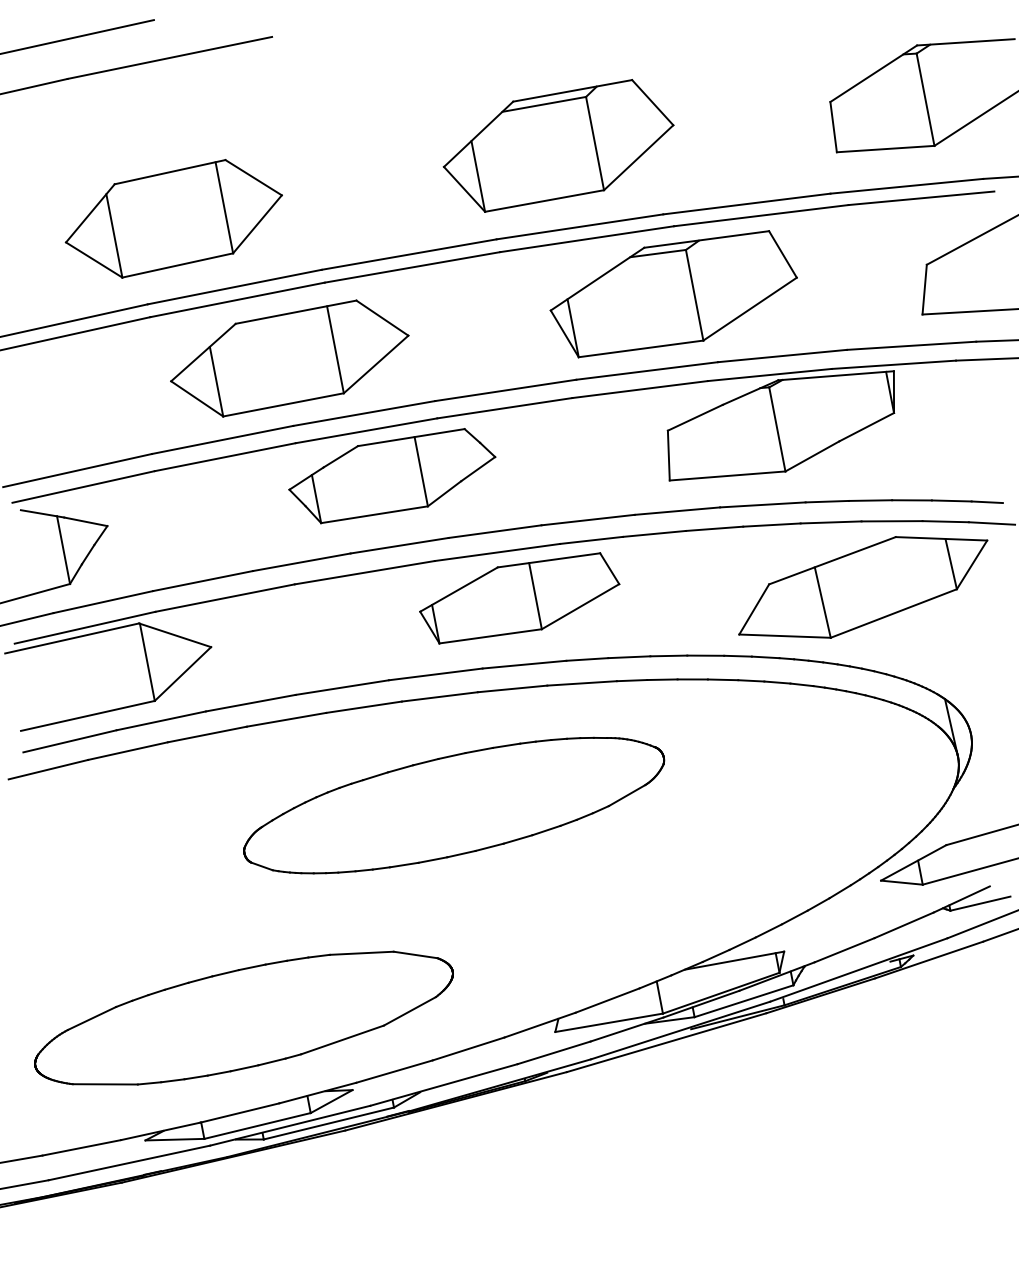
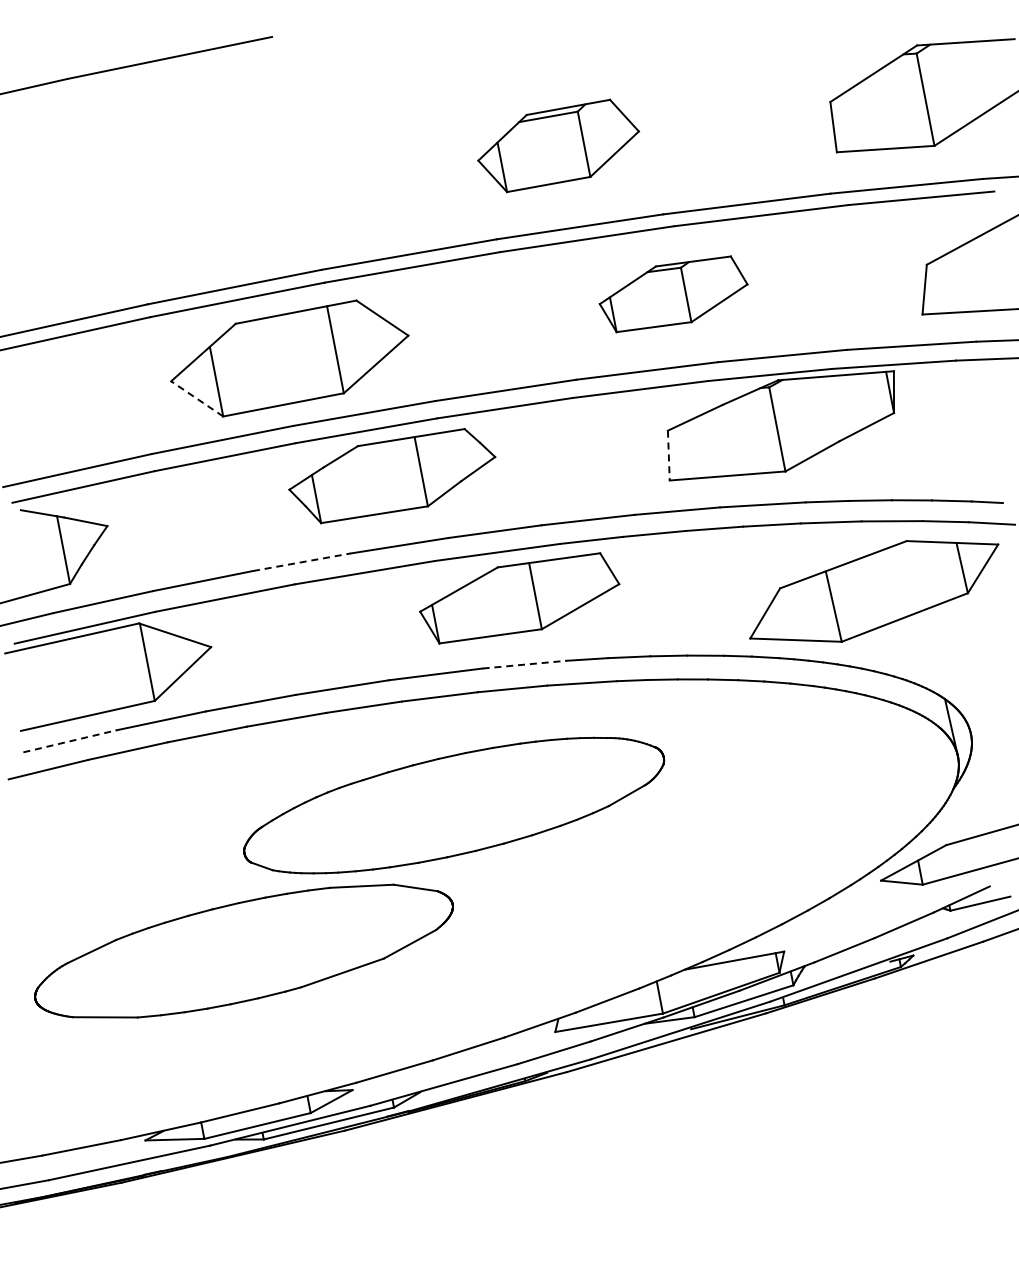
line at (77, 36): present -> none
part at (558, 145) size: 233x134 px -> 164x96 px
part at (173, 218): present -> none
part at (673, 294) size: 249x129 px -> 151x79 px
line at (196, 398): solid -> dashed
line at (668, 455): solid -> dashed
line at (301, 562): solid -> dashed
part at (863, 587) position: (863, 587) -> (874, 591)
line at (524, 664): solid -> dashed
line at (70, 741): solid -> dashed
part at (243, 1017) position: (243, 1017) -> (243, 950)
